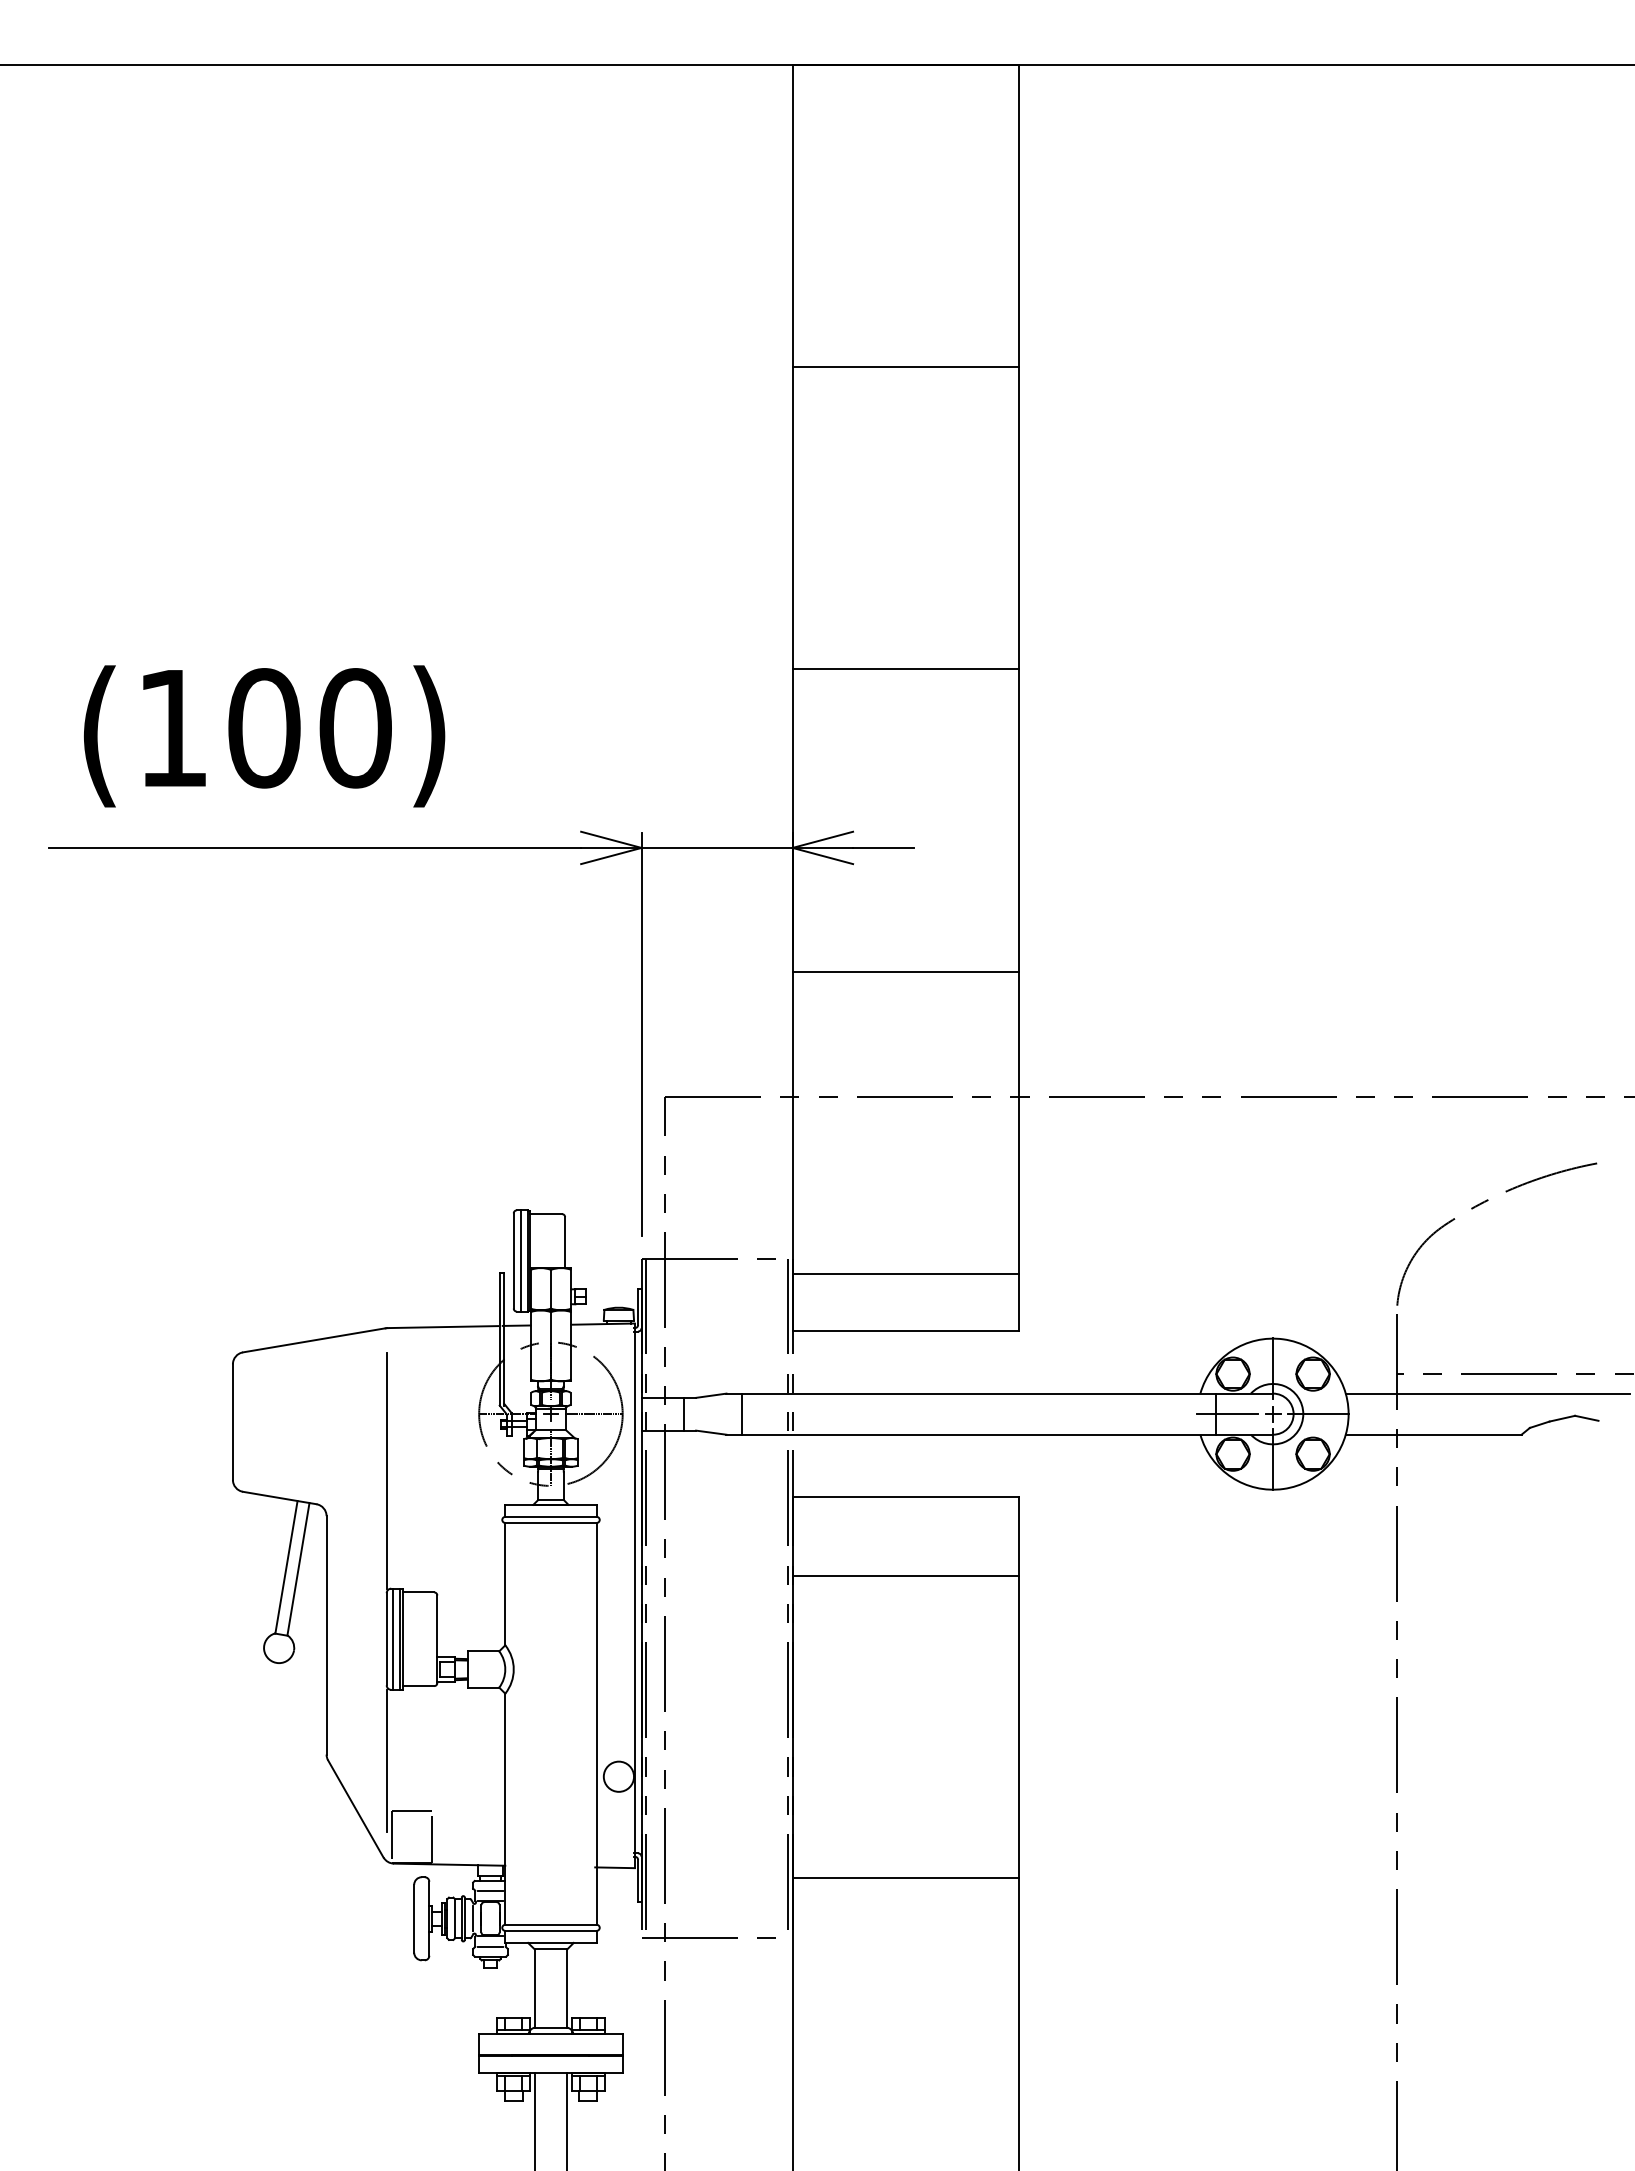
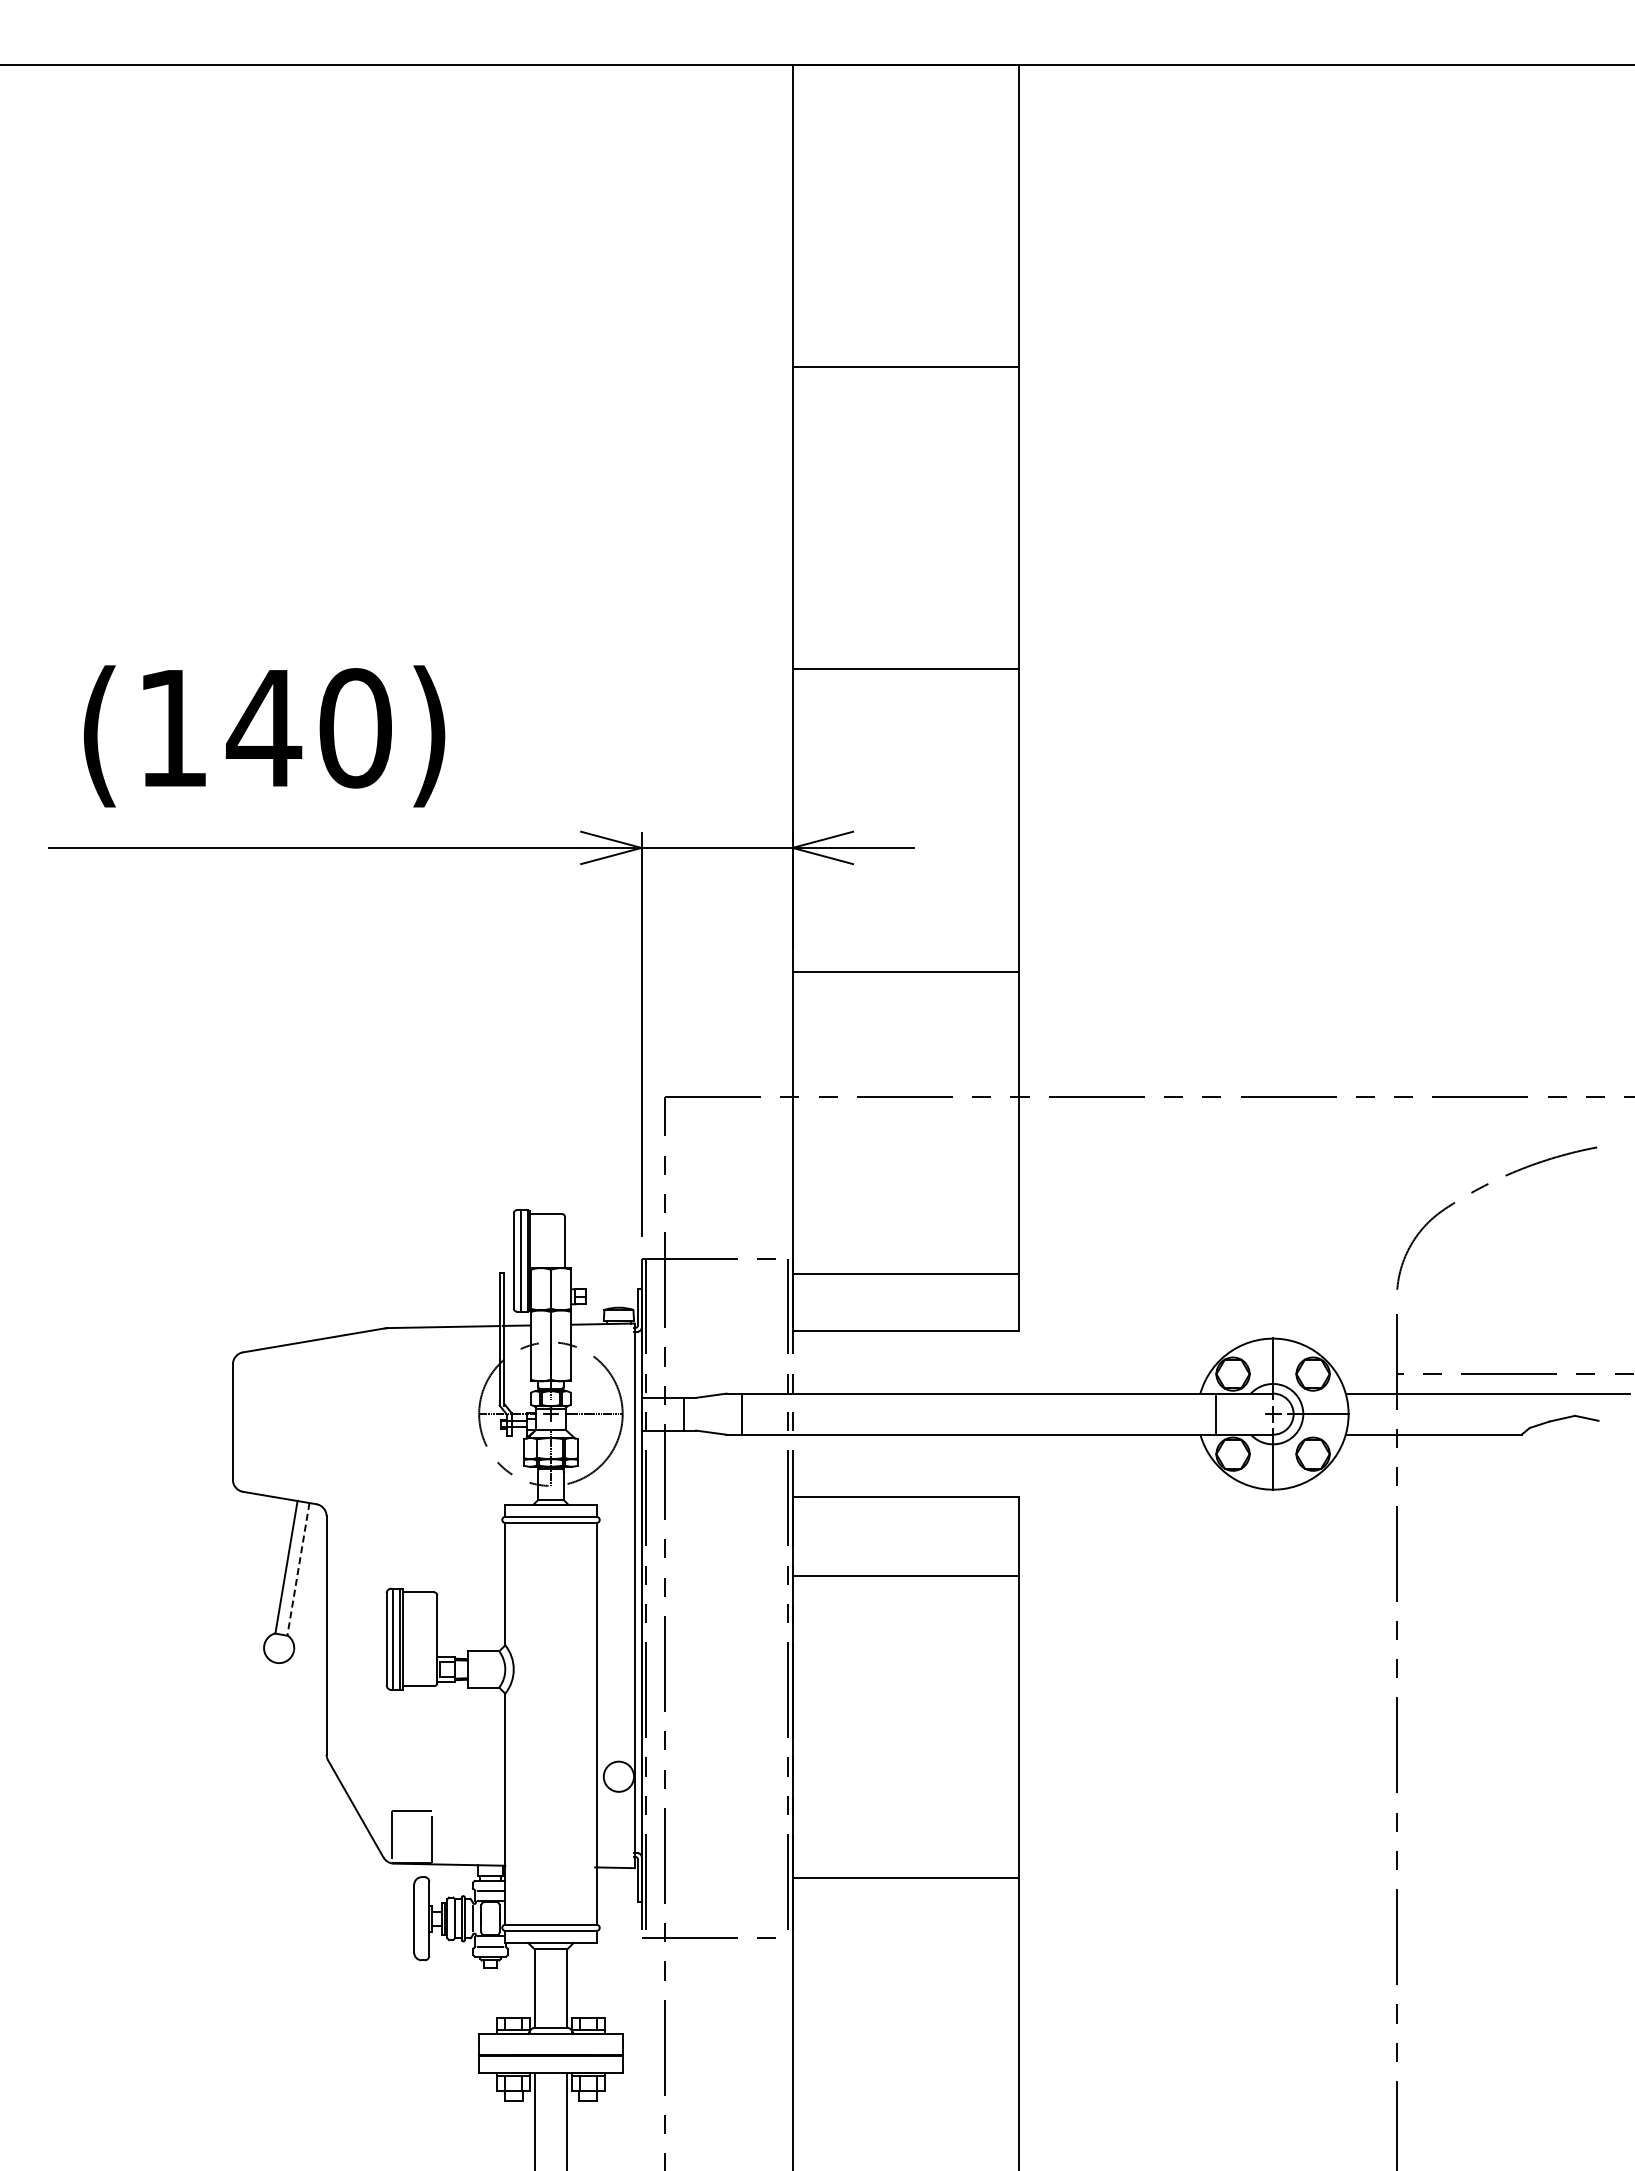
text at (264, 728): (100) -> (140)
part at (1478, 1206) position: (1478, 1206) -> (1478, 1190)
line at (1227, 1414): present -> none
line at (387, 1470): present -> none
line at (298, 1569): solid -> dashed
line at (387, 1760): present -> none
